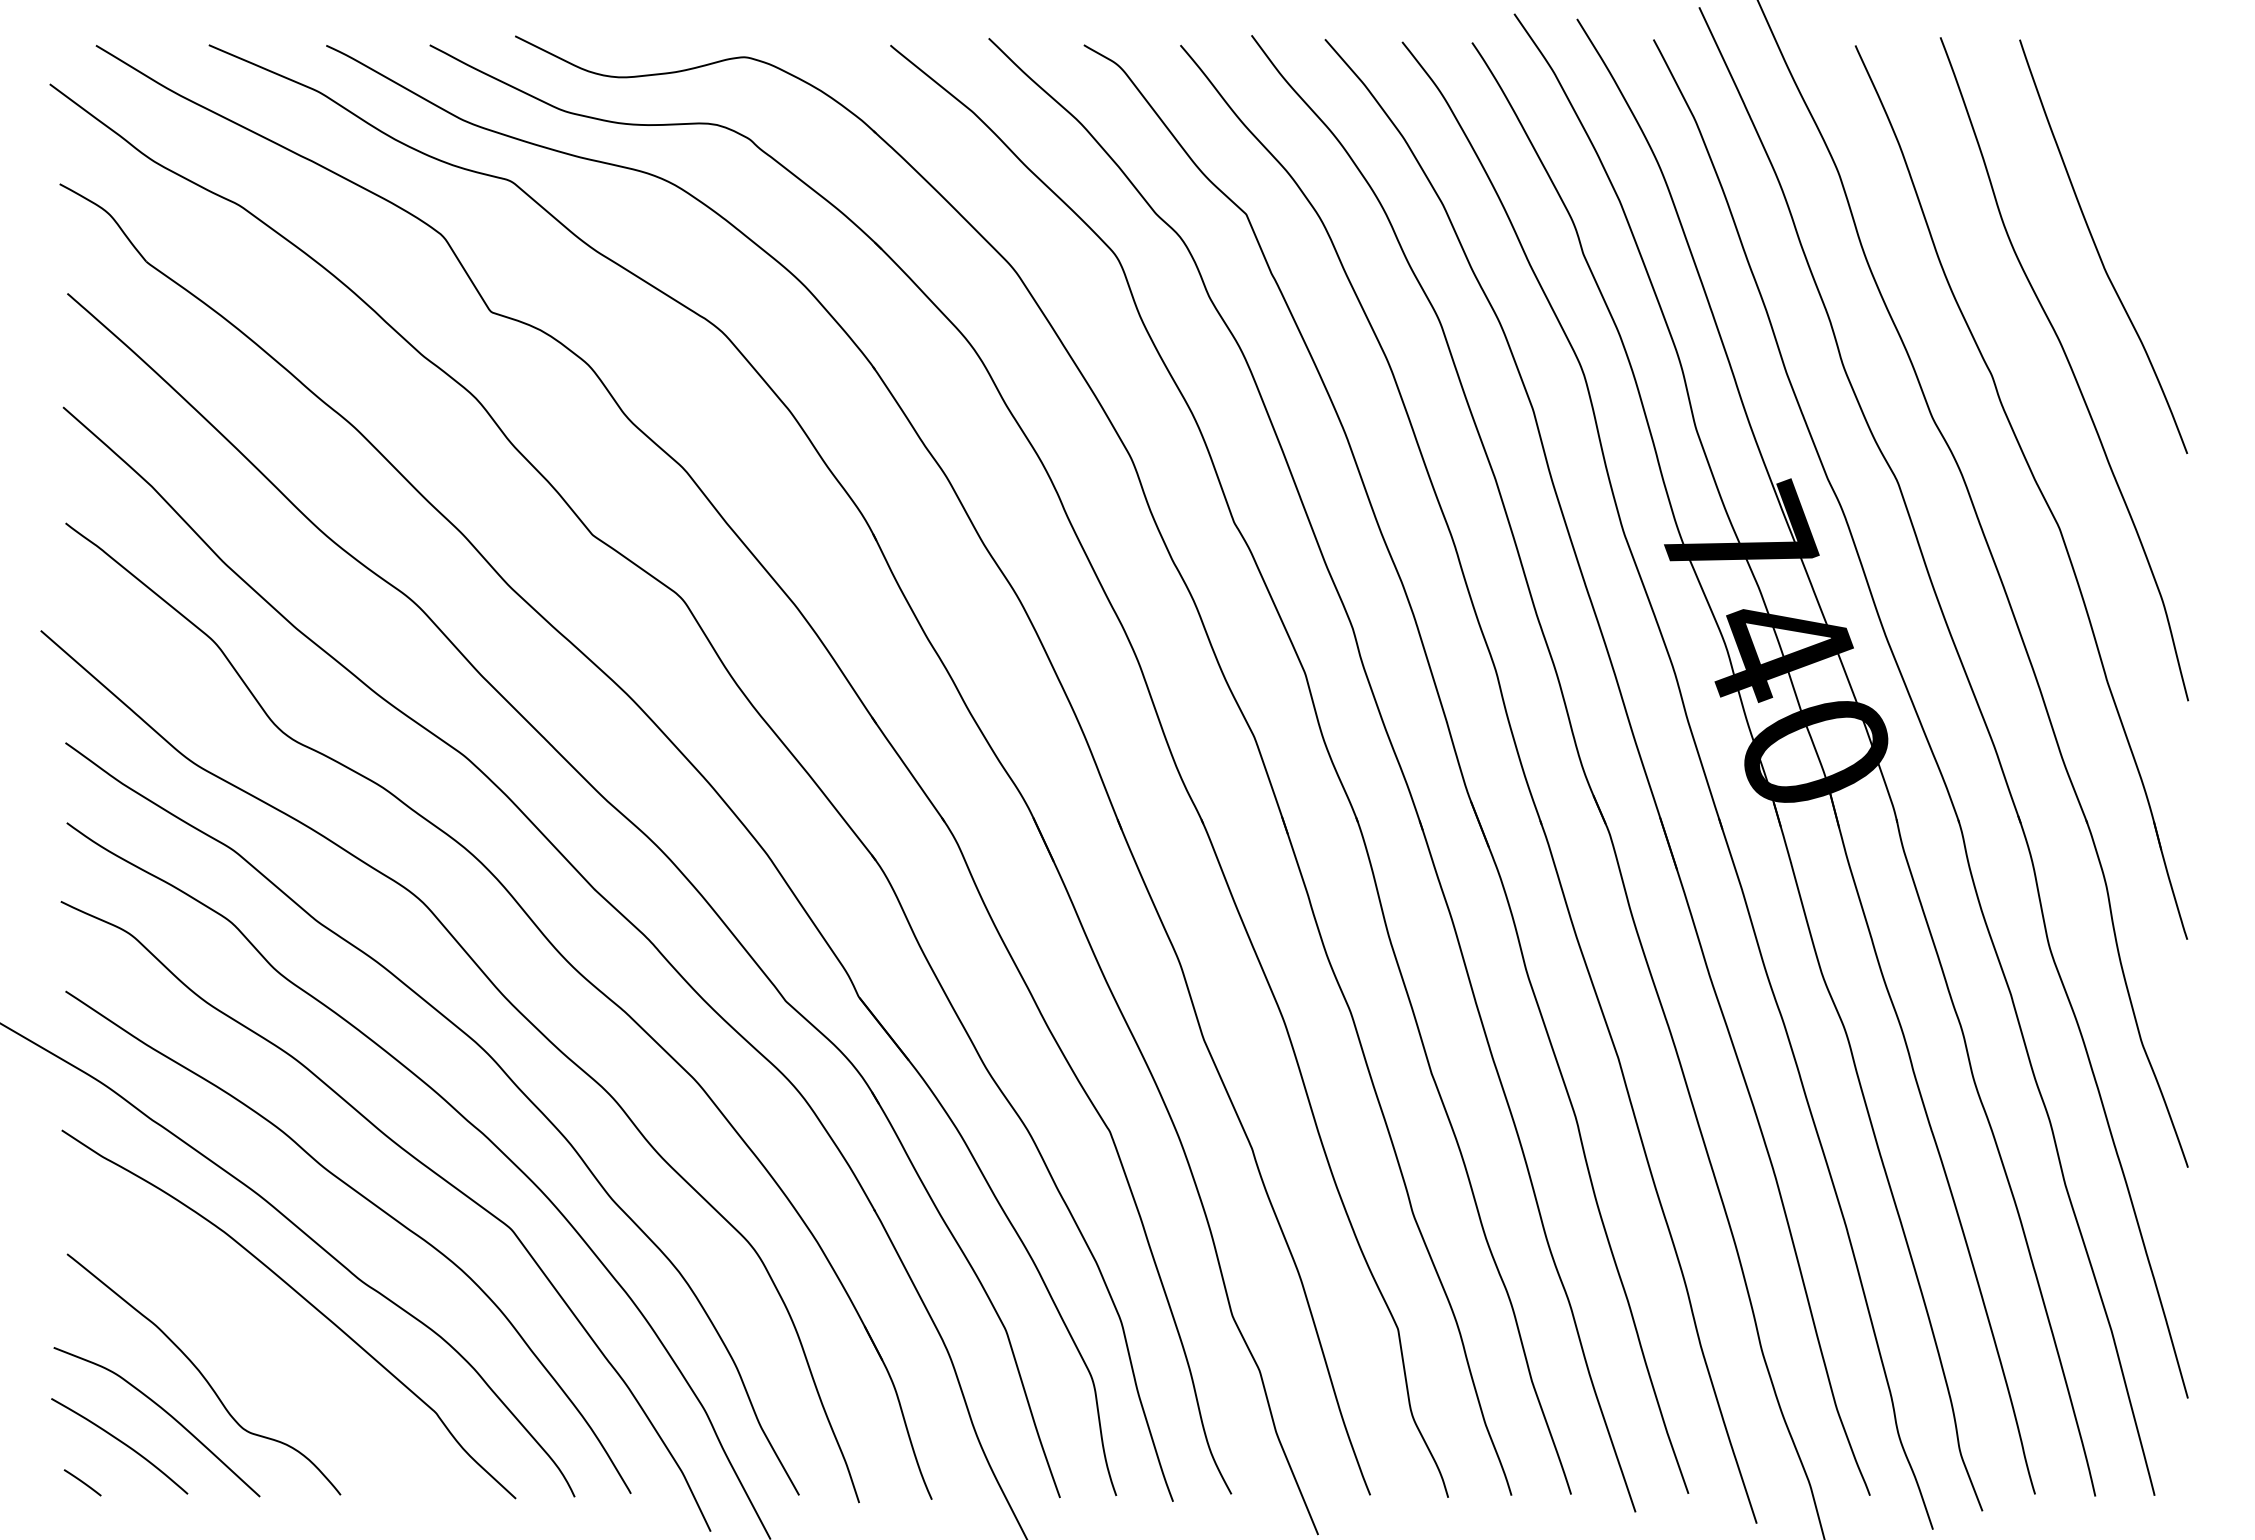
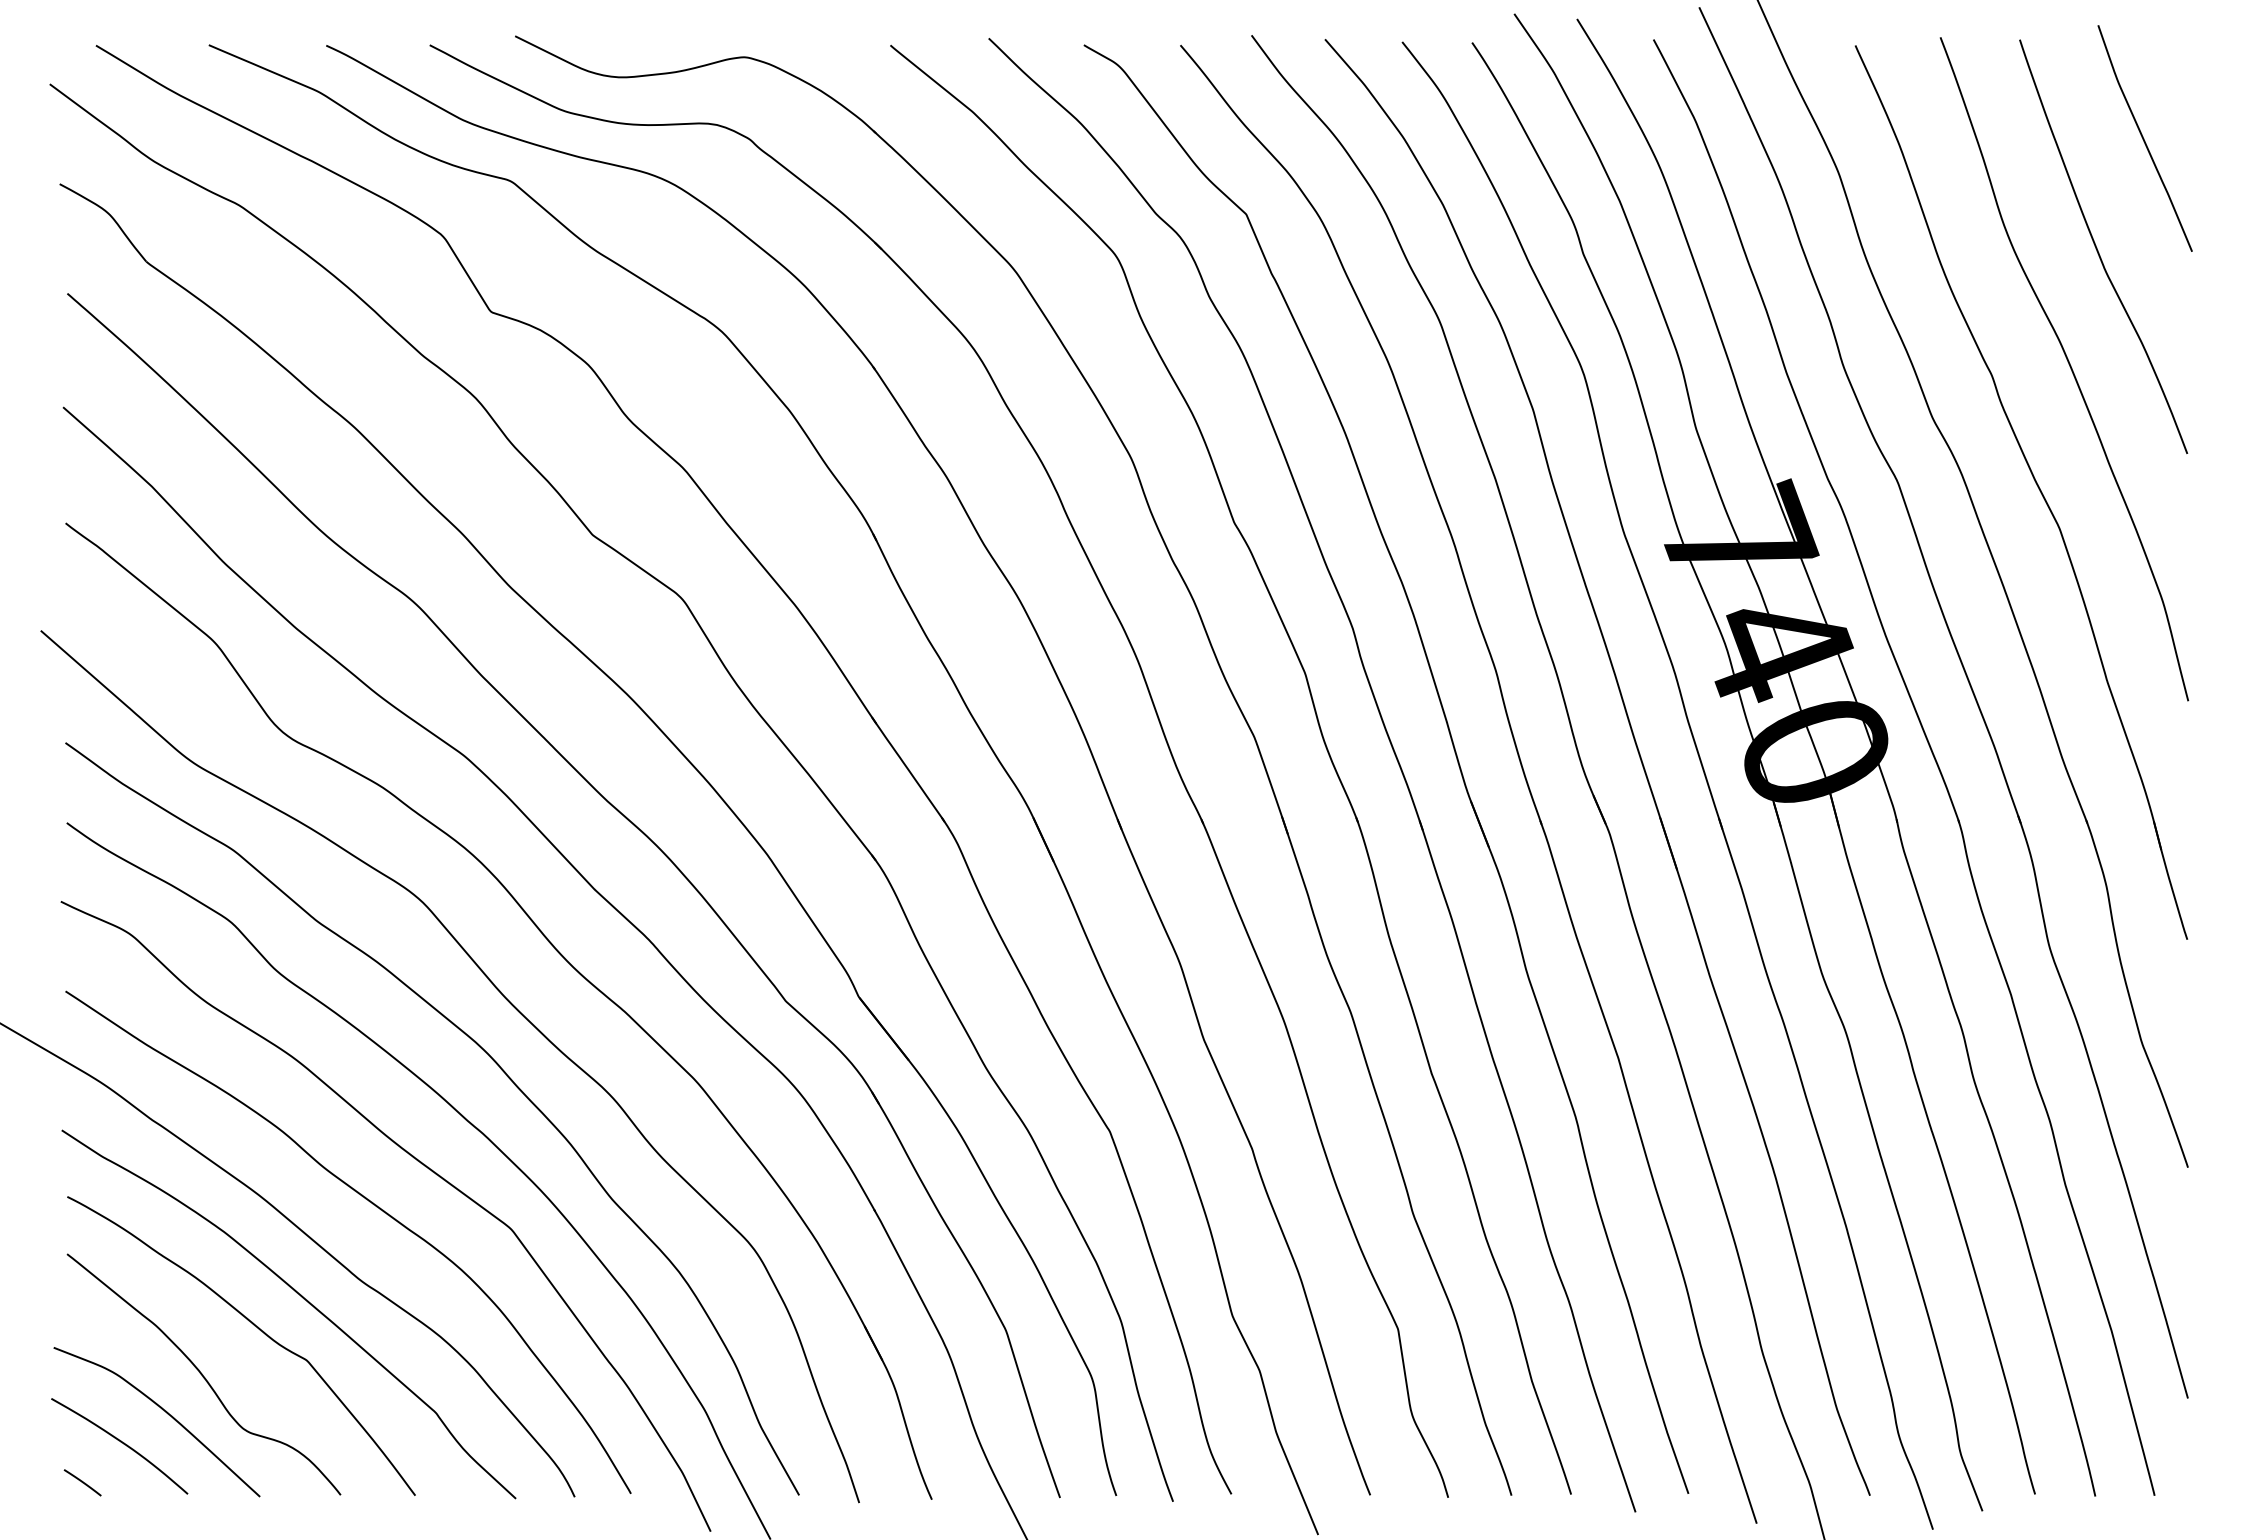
curve at (2144, 138): none -> present
curve at (254, 1326): none -> present
